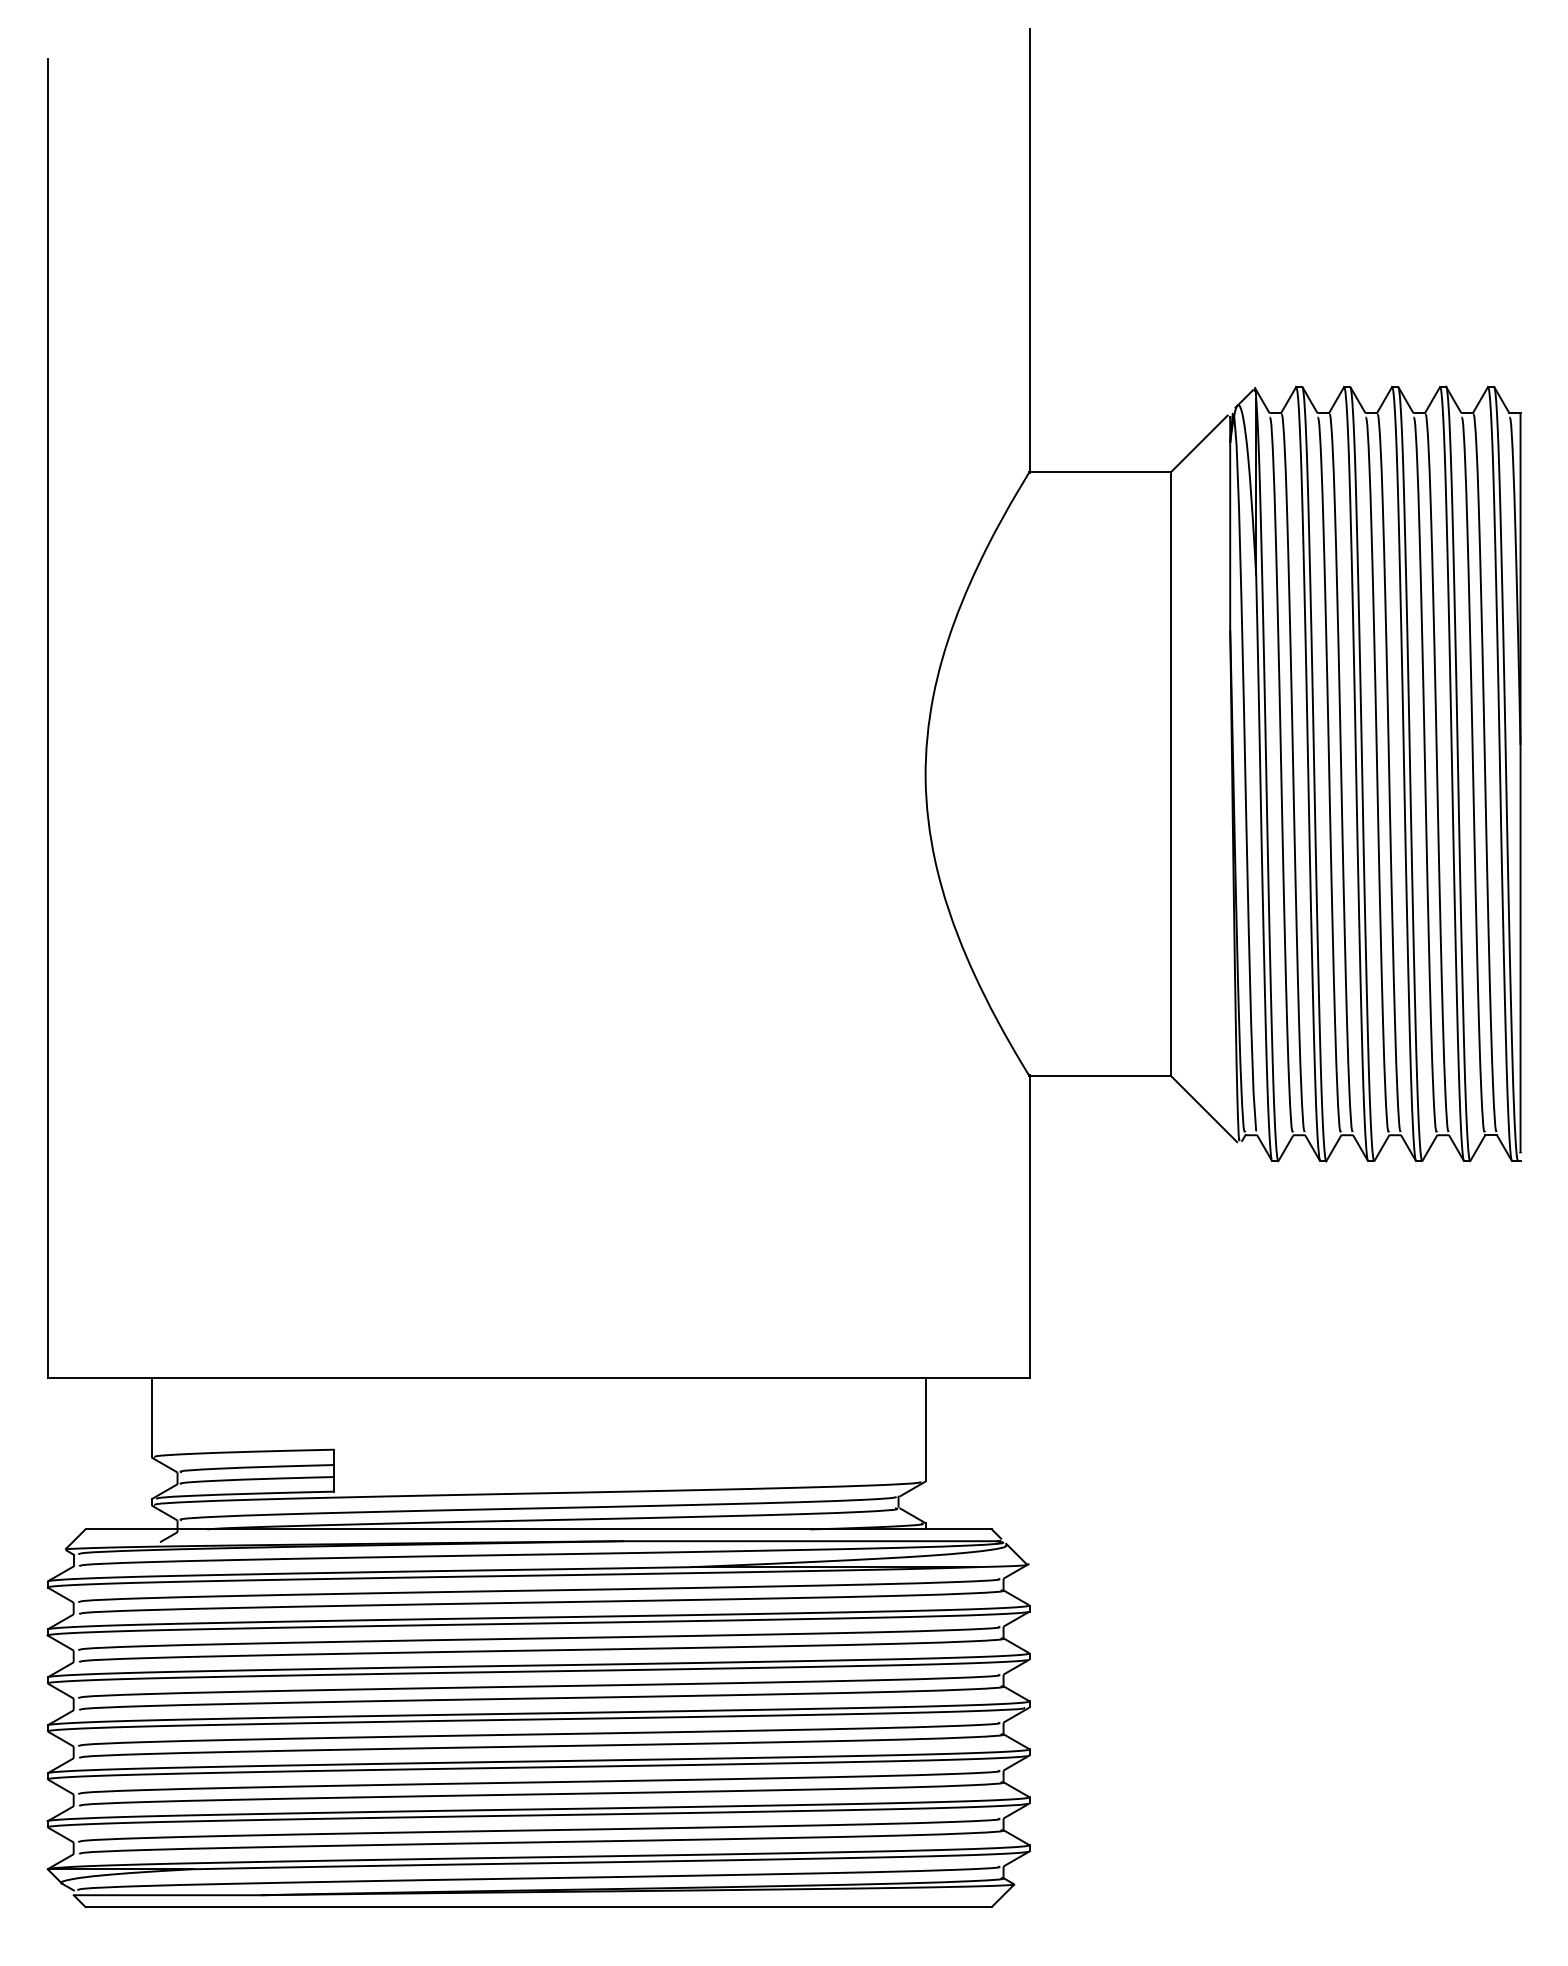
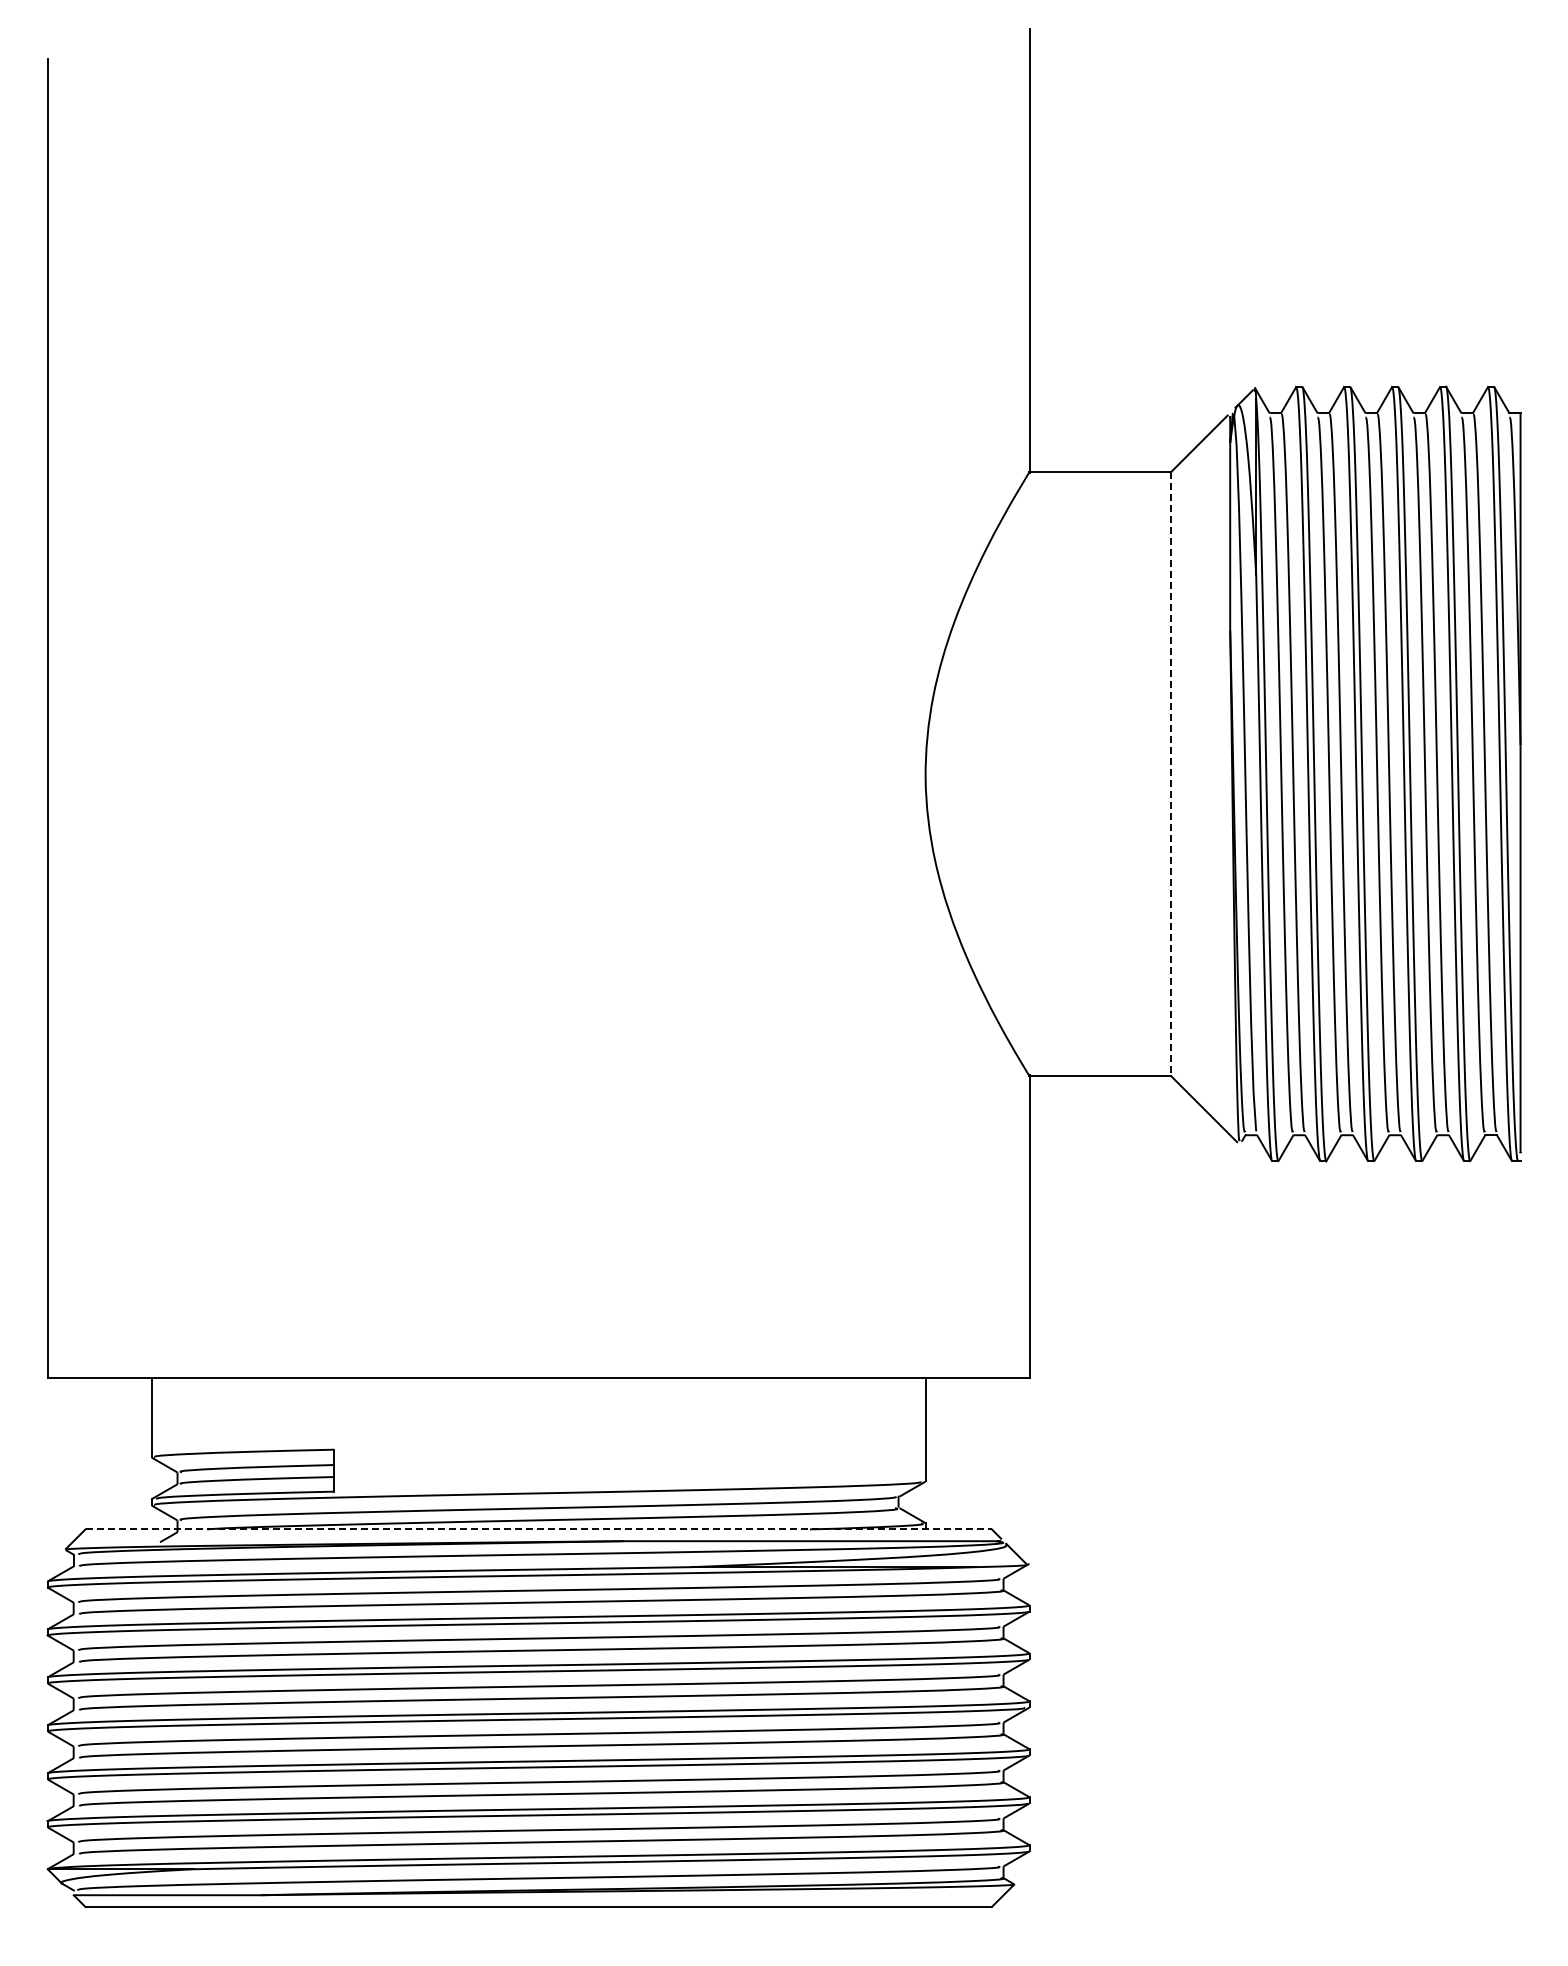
line at (1171, 774): solid -> dashed
line at (539, 1529): solid -> dashed
